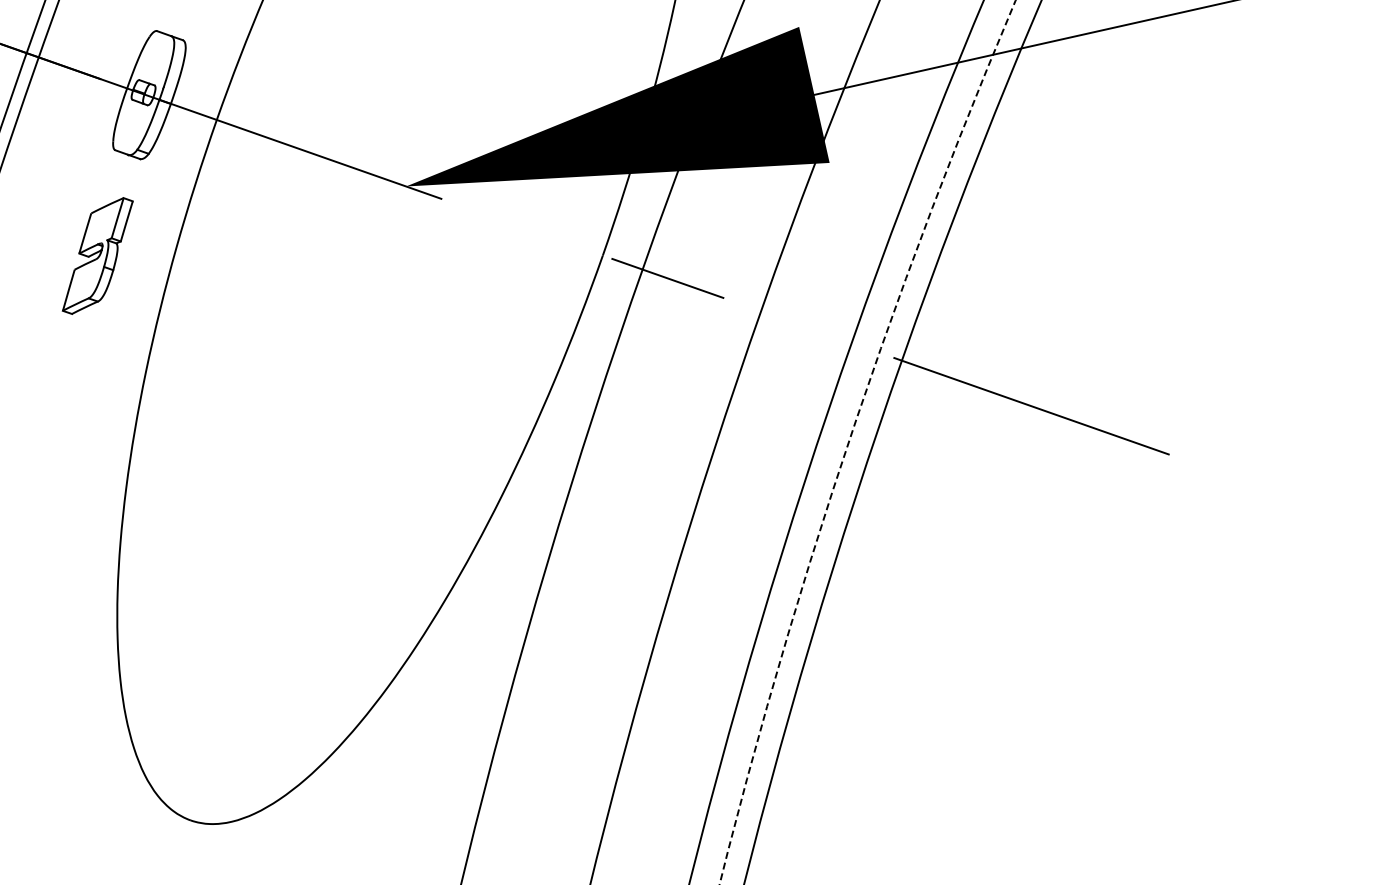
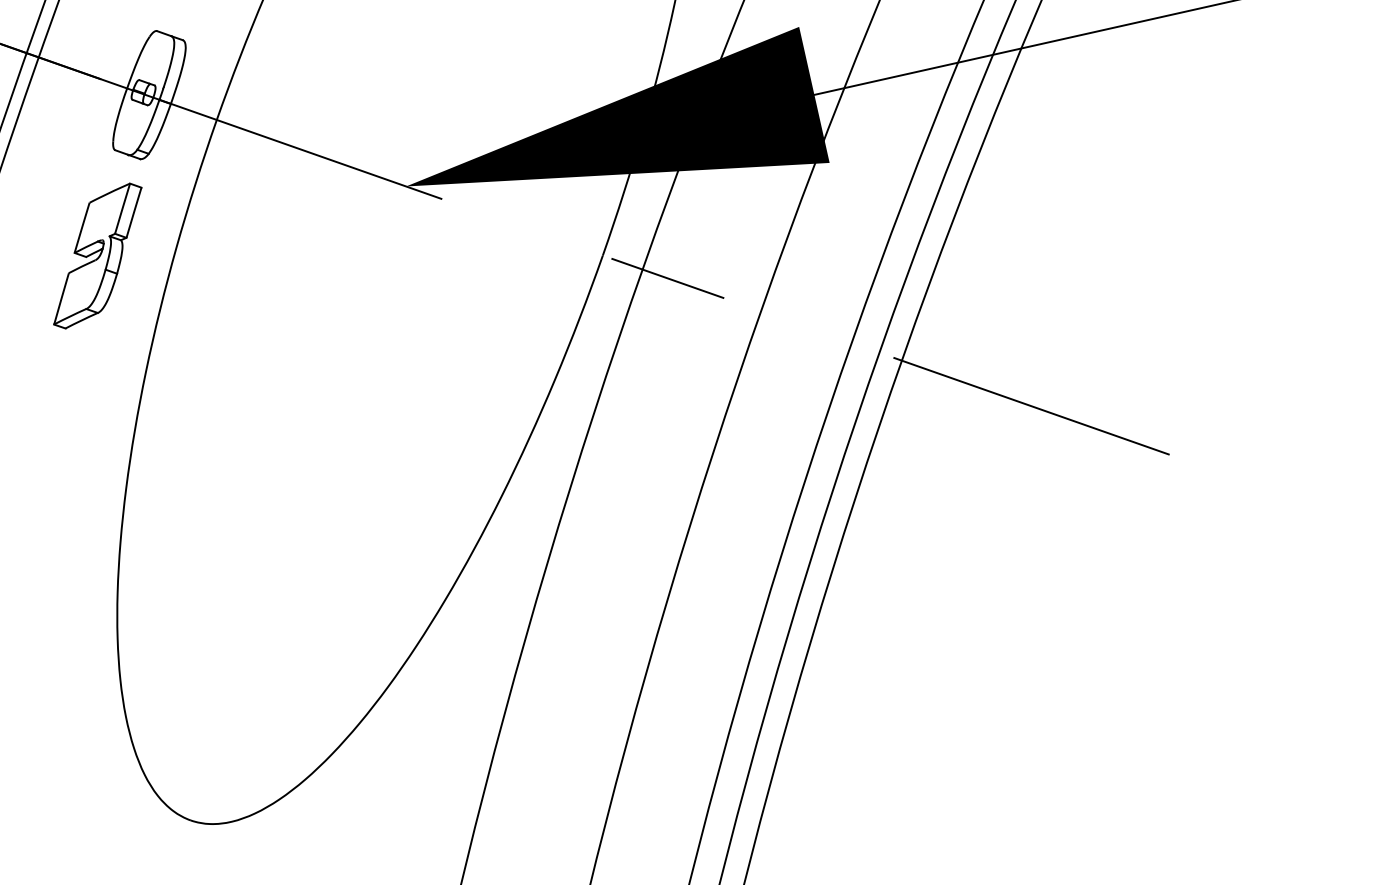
part at (97, 255) size: 73x118 px -> 90x148 px
circle at (867, 442): dashed -> solid
